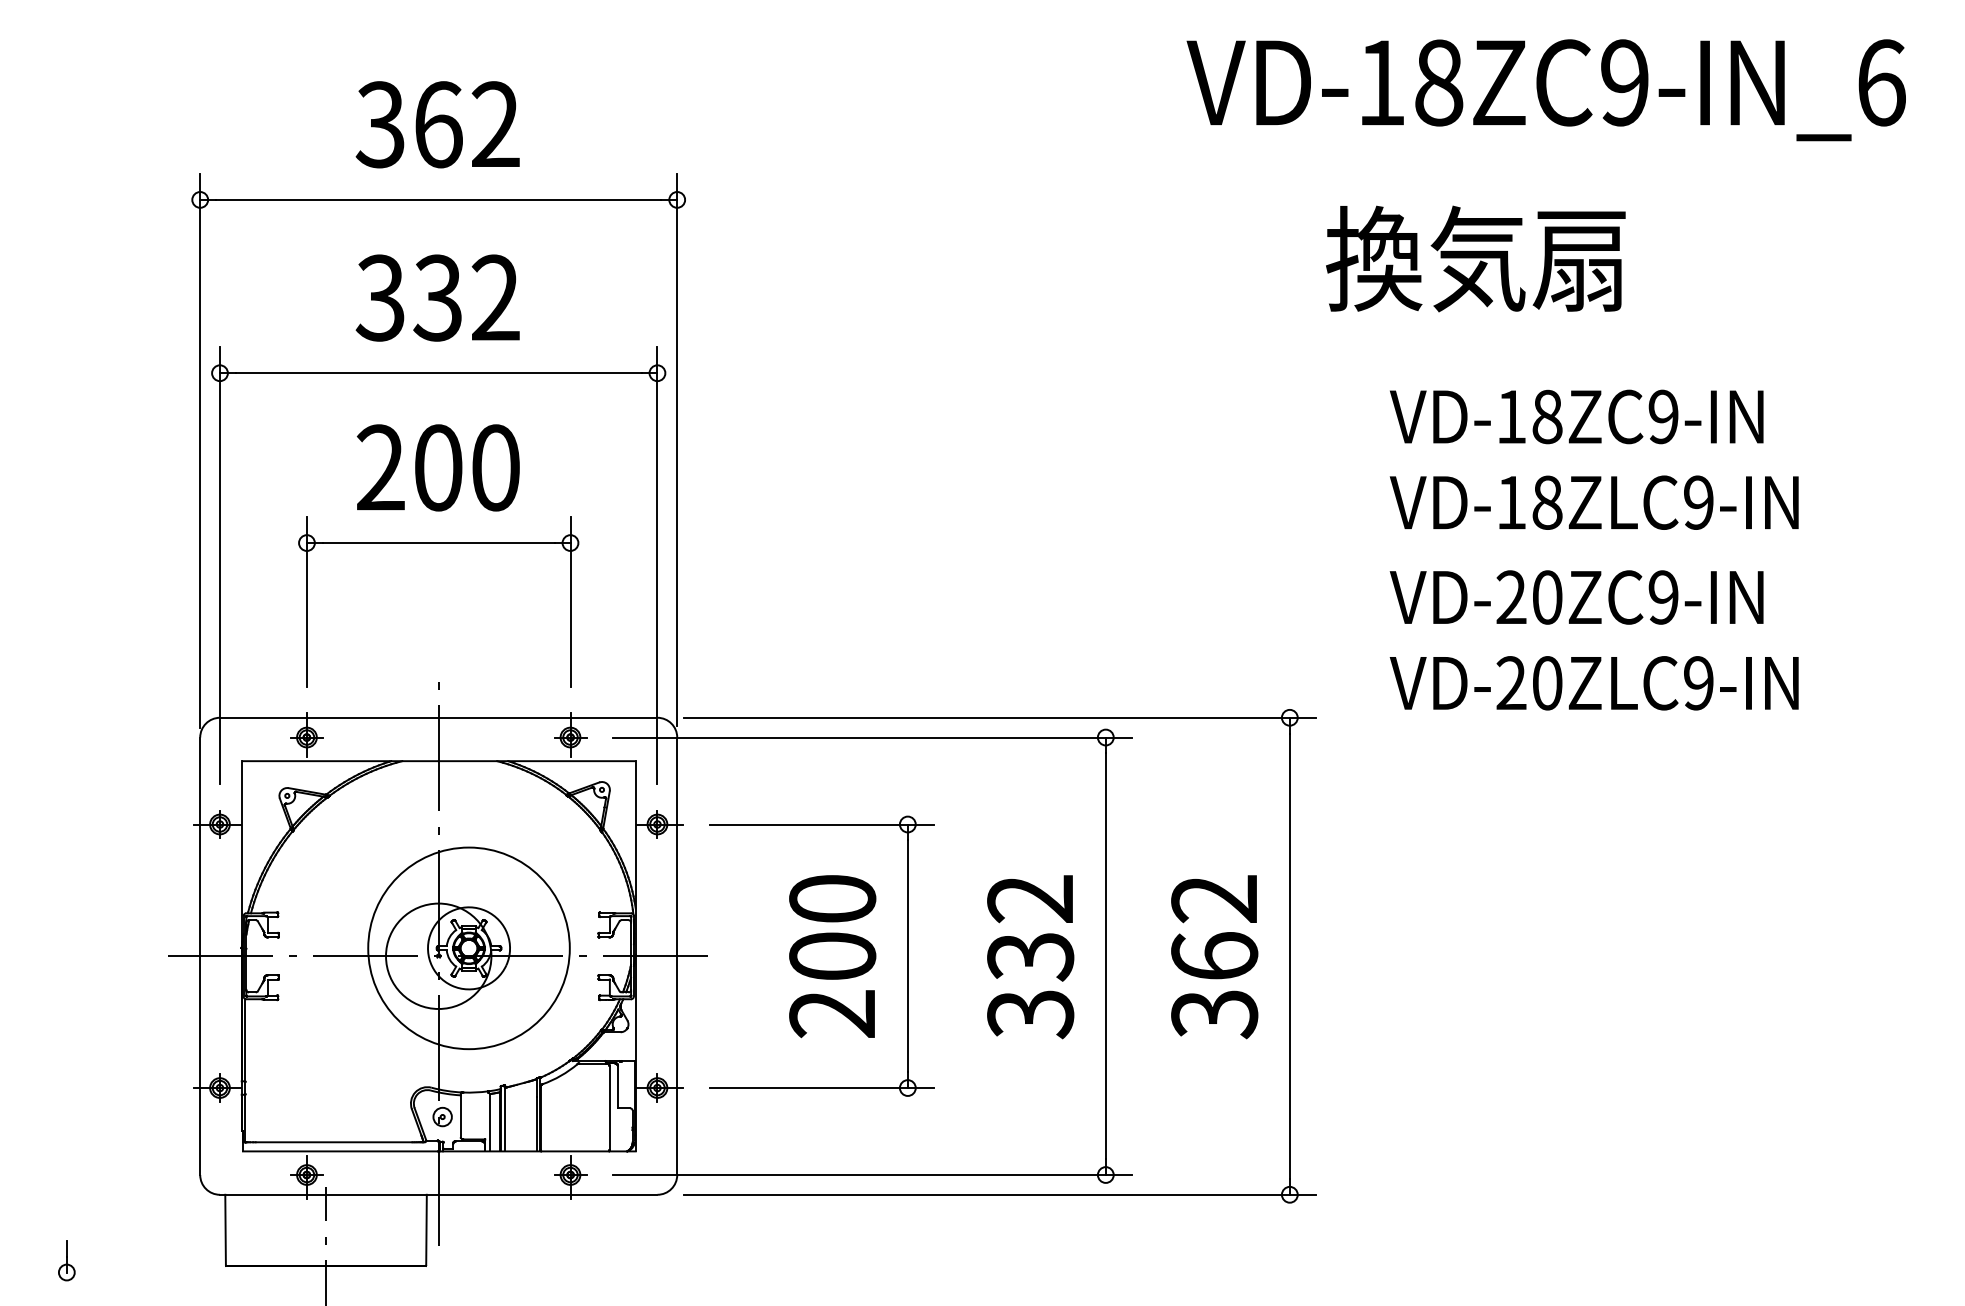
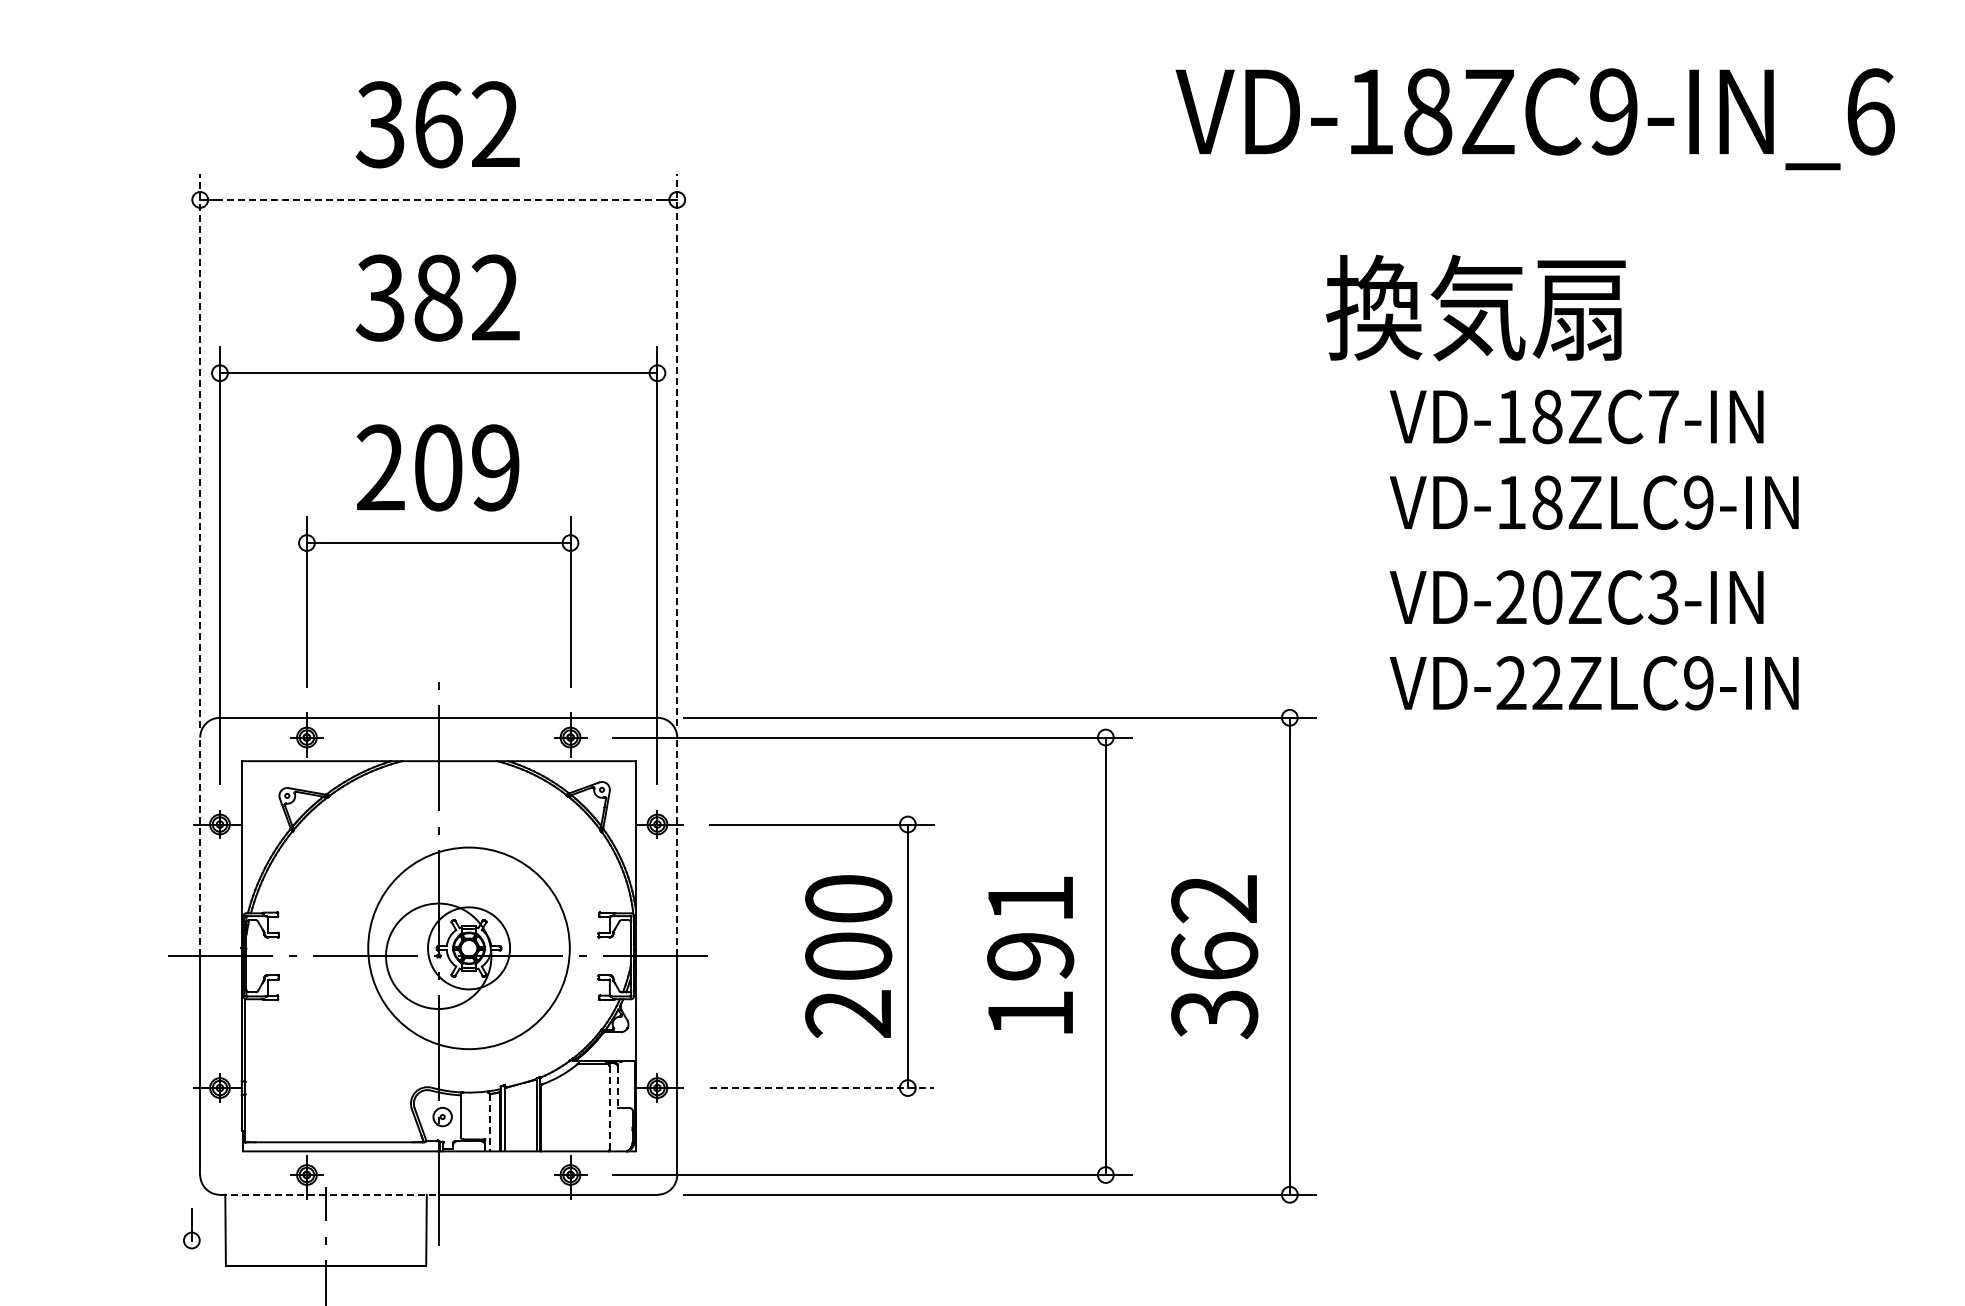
text at (1545, 90) position: (1545, 90) -> (1534, 119)
line at (438, 199): solid -> dashed
text at (1475, 258) position: (1475, 258) -> (1475, 307)
text at (437, 297): 332 -> 382
text at (1663, 416): VD-18ZC9-IN -> VD-18ZC7-IN
line at (677, 449): solid -> dashed
line at (200, 450): solid -> dashed
text at (495, 467): 200 -> 209
text at (1663, 597): VD-20ZC9-IN -> VD-20ZC3-IN
text at (1547, 683): VD-20ZLC9-IN -> VD-22ZLC9-IN
line at (200, 846): solid -> dashed
line at (677, 846): solid -> dashed
text at (832, 956) position: (832, 956) -> (848, 956)
text at (1030, 957): 332 -> 191
line at (617, 1087): solid -> dashed
line at (822, 1088): solid -> dashed
line at (609, 1108): solid -> dashed
line at (490, 1122): solid -> dashed
line at (329, 1194): solid -> dashed
part at (66, 1260) position: (66, 1260) -> (191, 1228)
